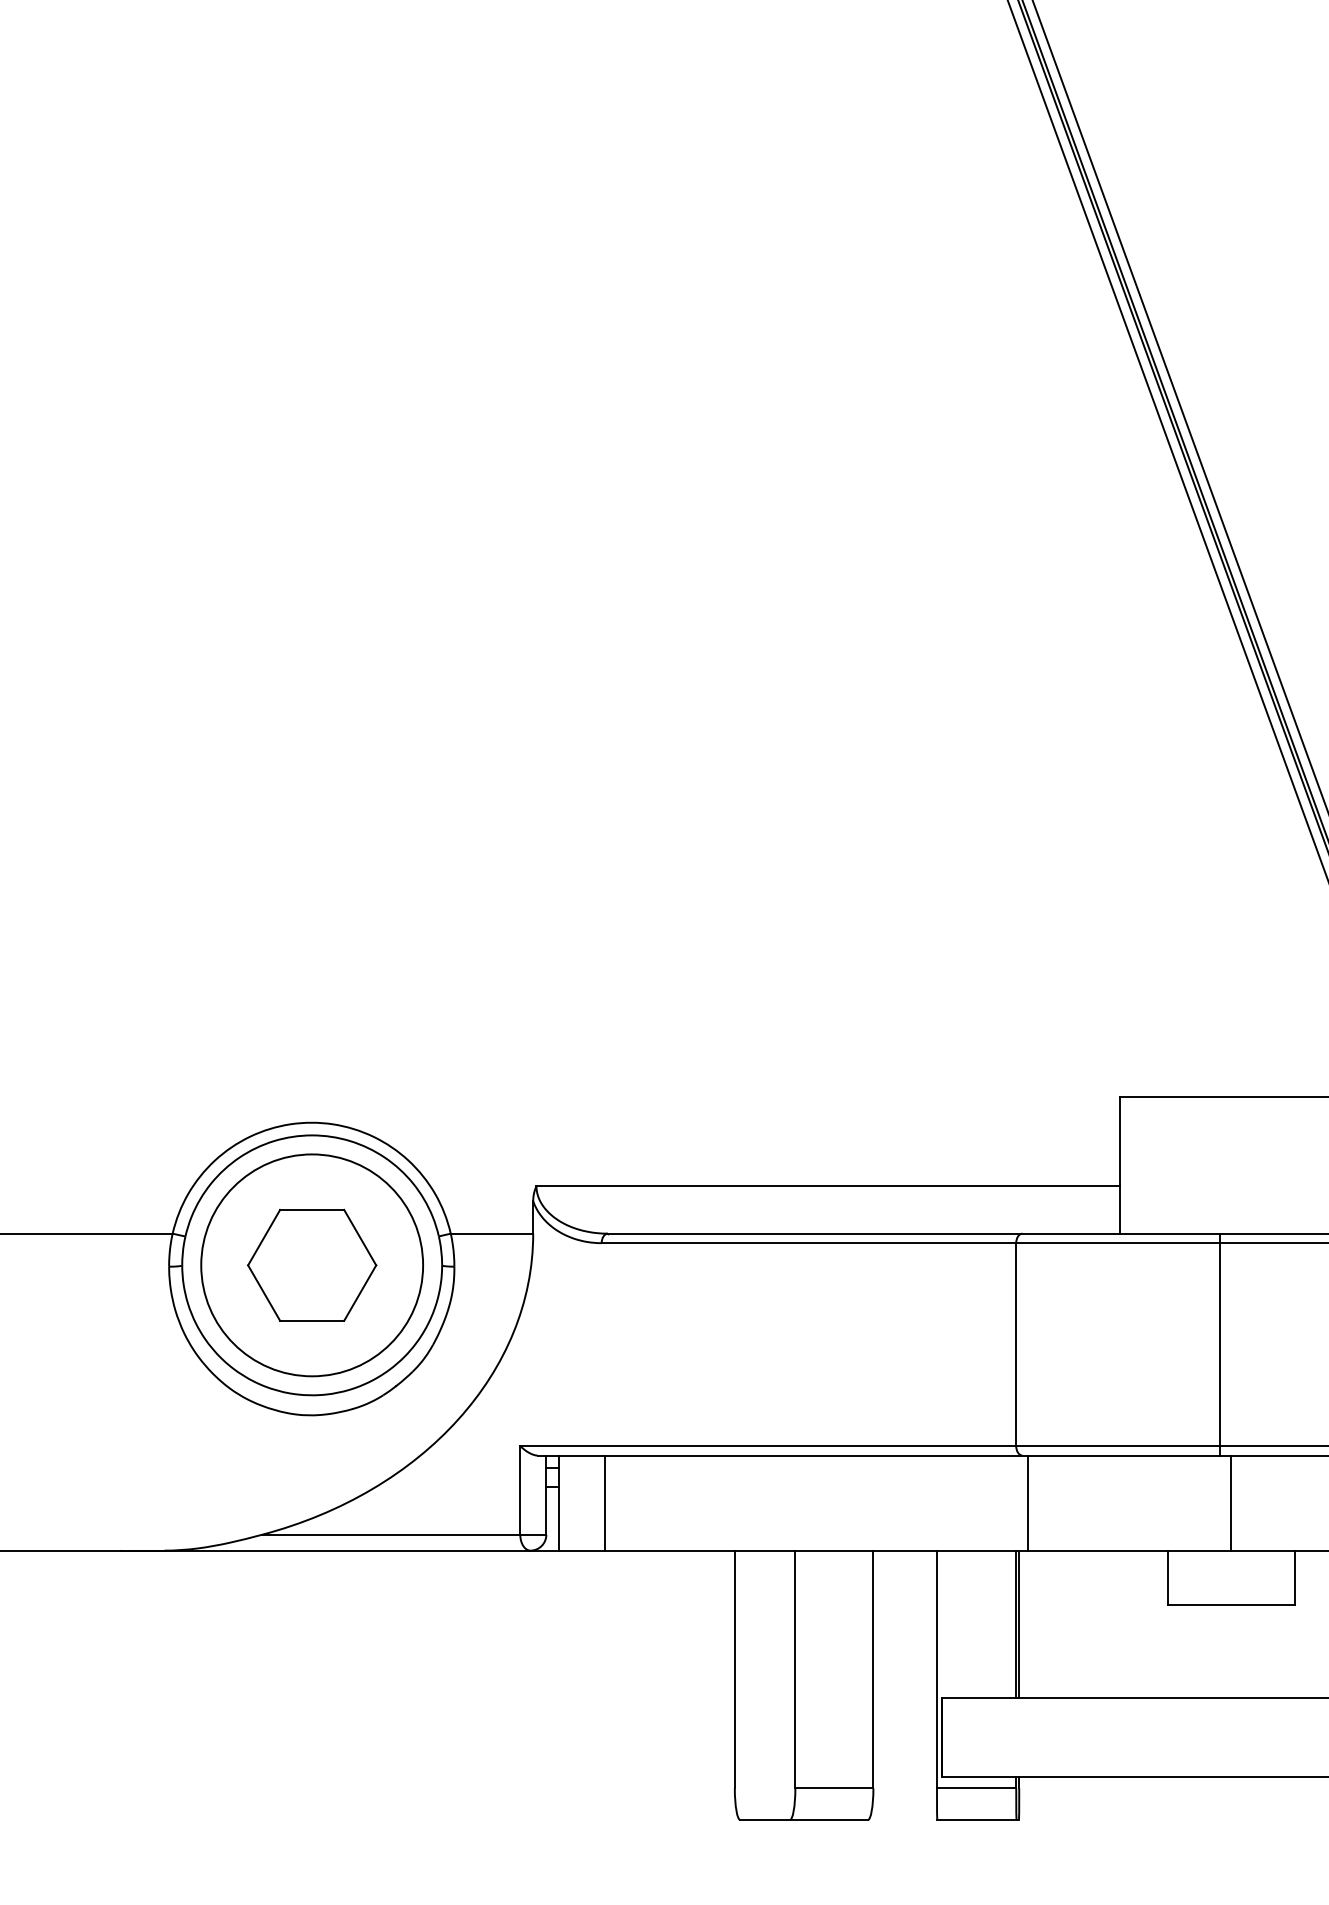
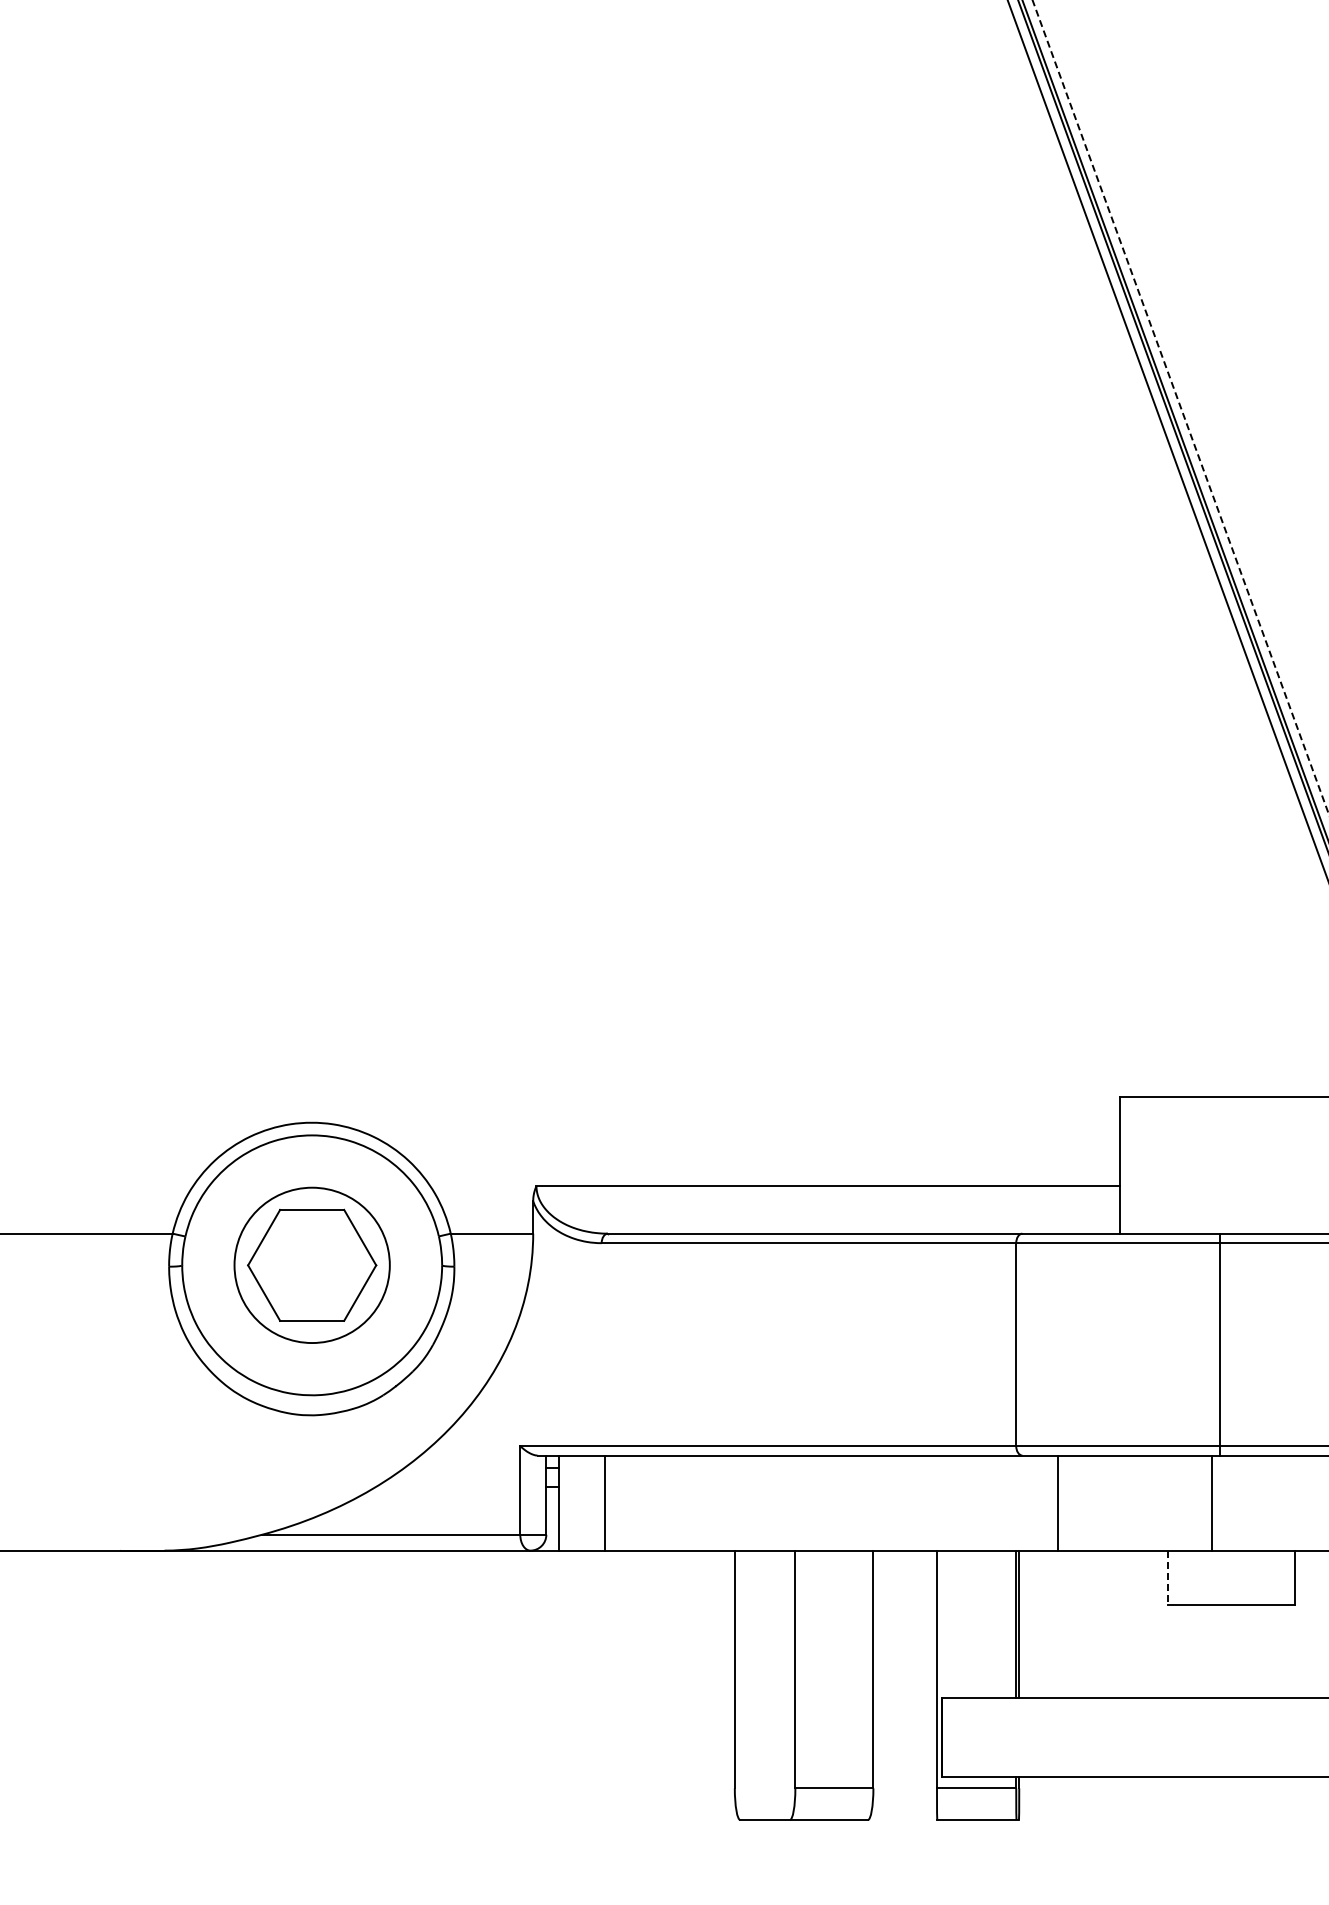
line at (1180, 407): solid -> dashed
circle at (312, 1265) diameter: 222 px -> 155 px
line at (1027, 1502) position: (1027, 1502) -> (1057, 1502)
line at (1231, 1502) position: (1231, 1502) -> (1212, 1502)
line at (1168, 1577): solid -> dashed
